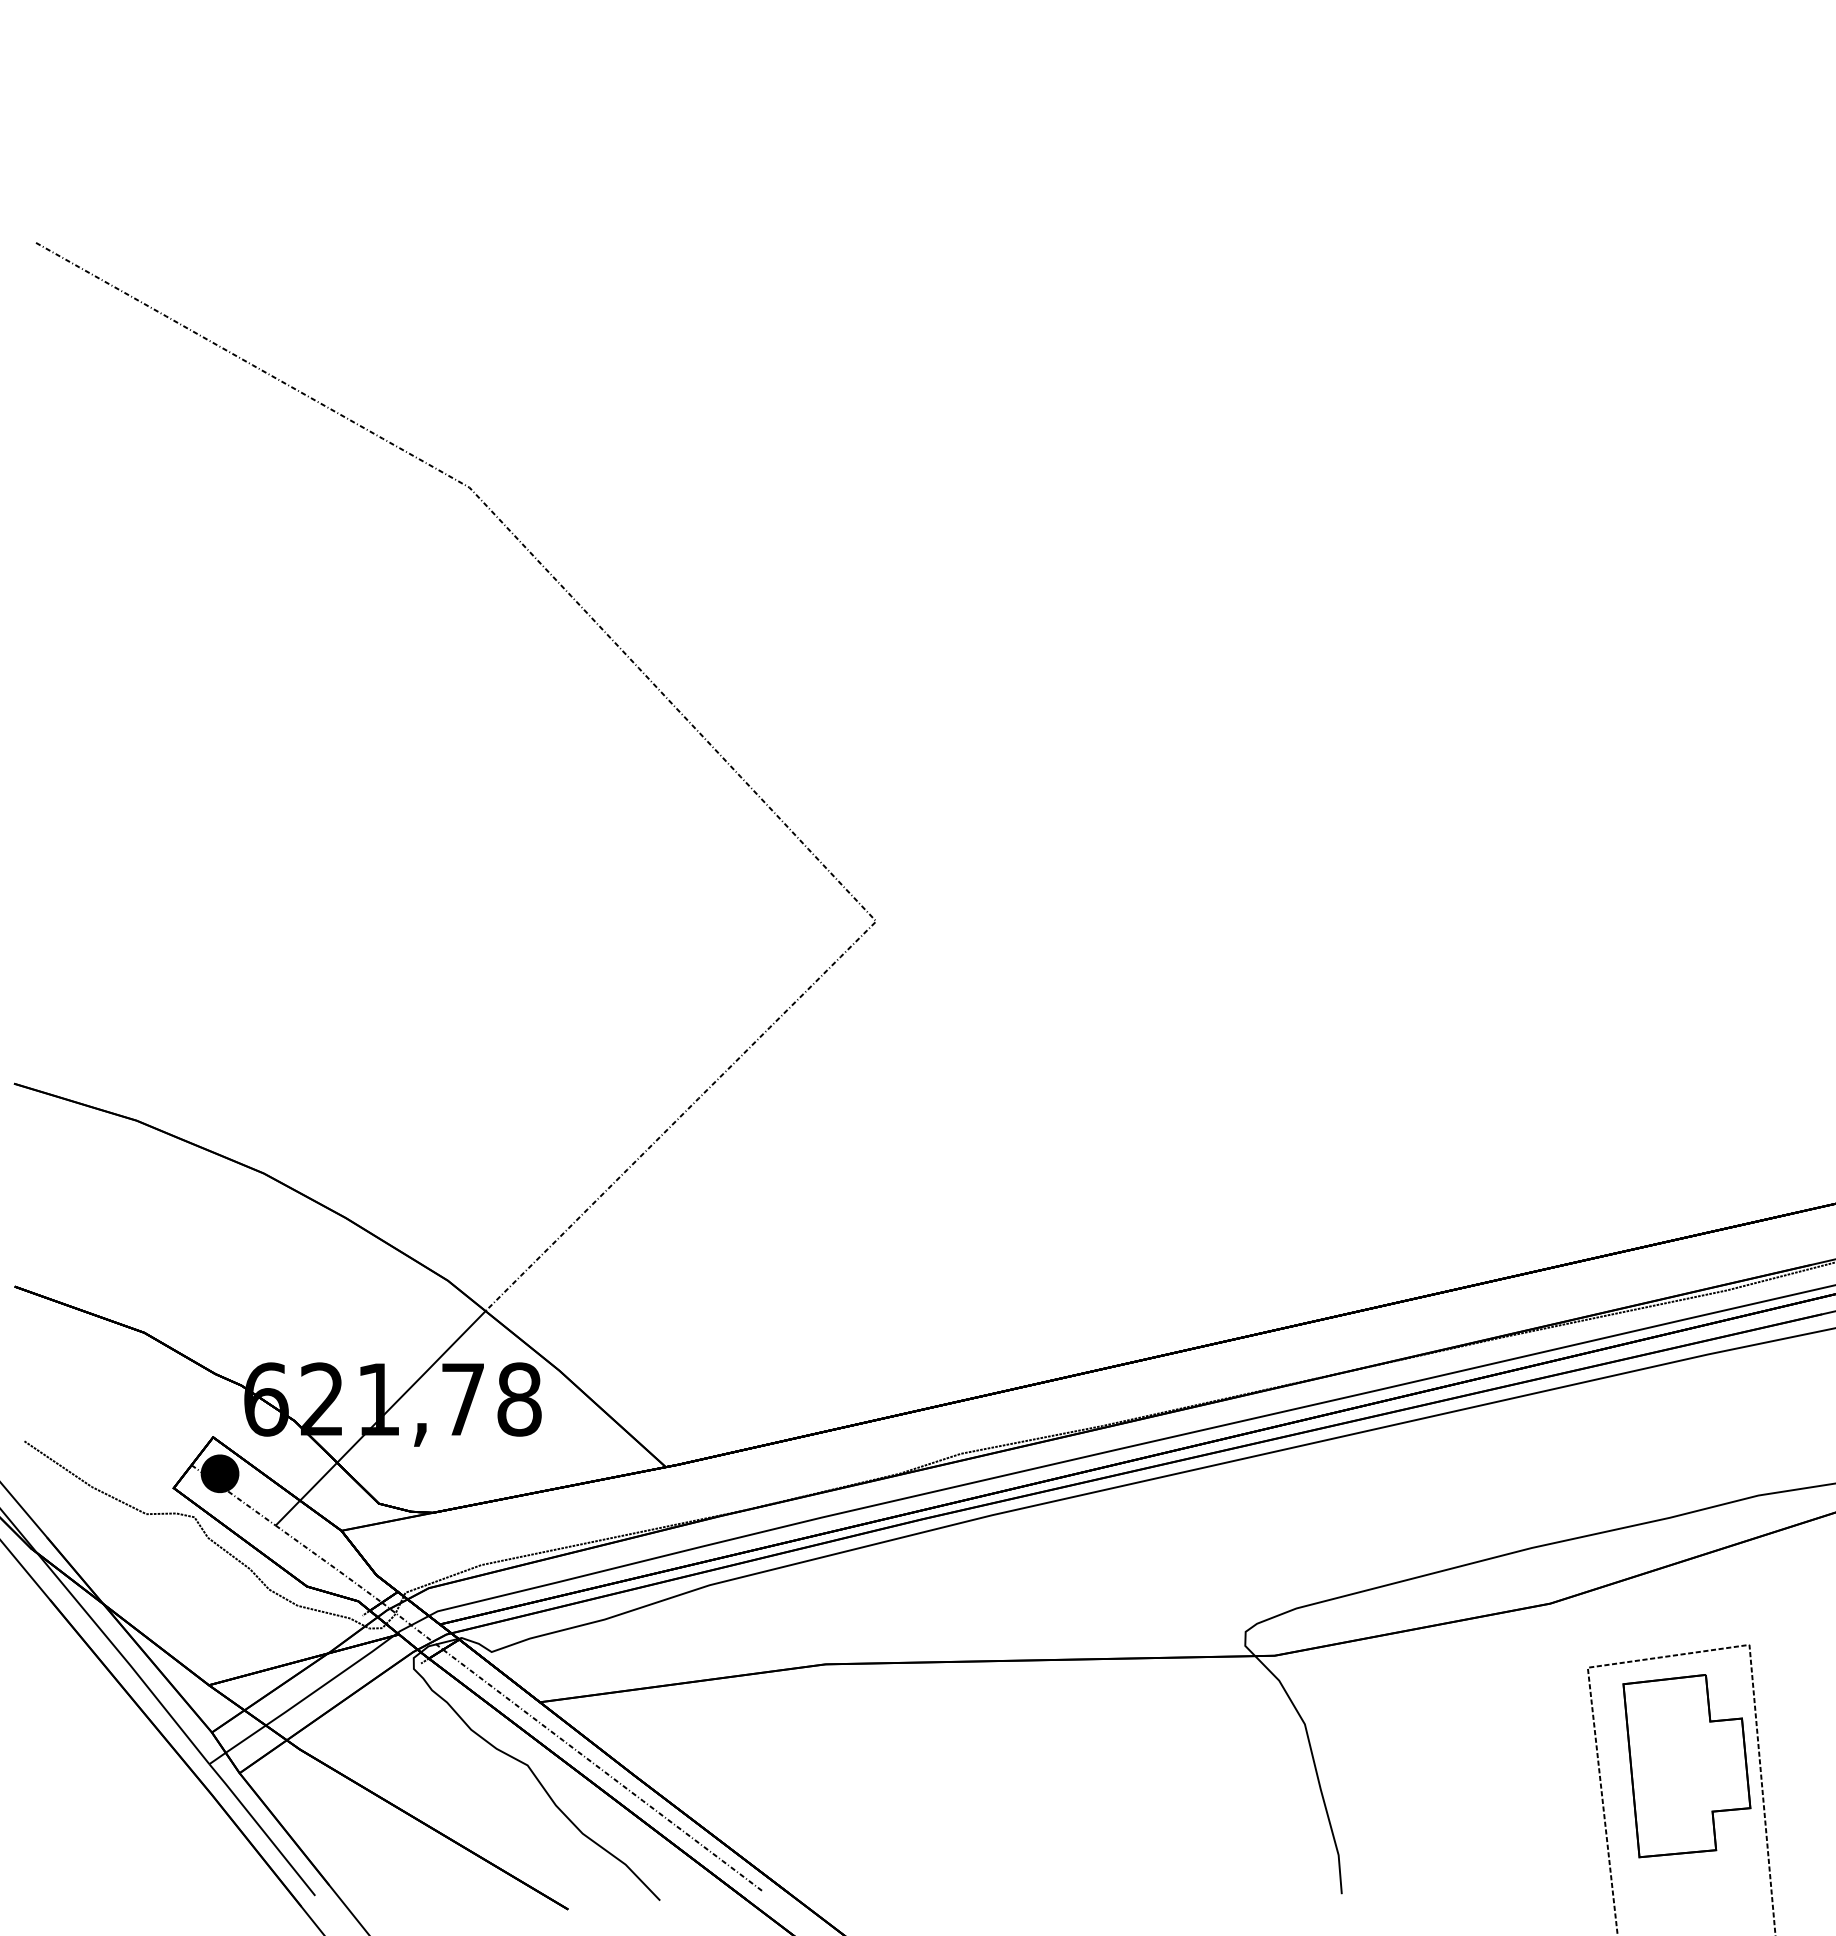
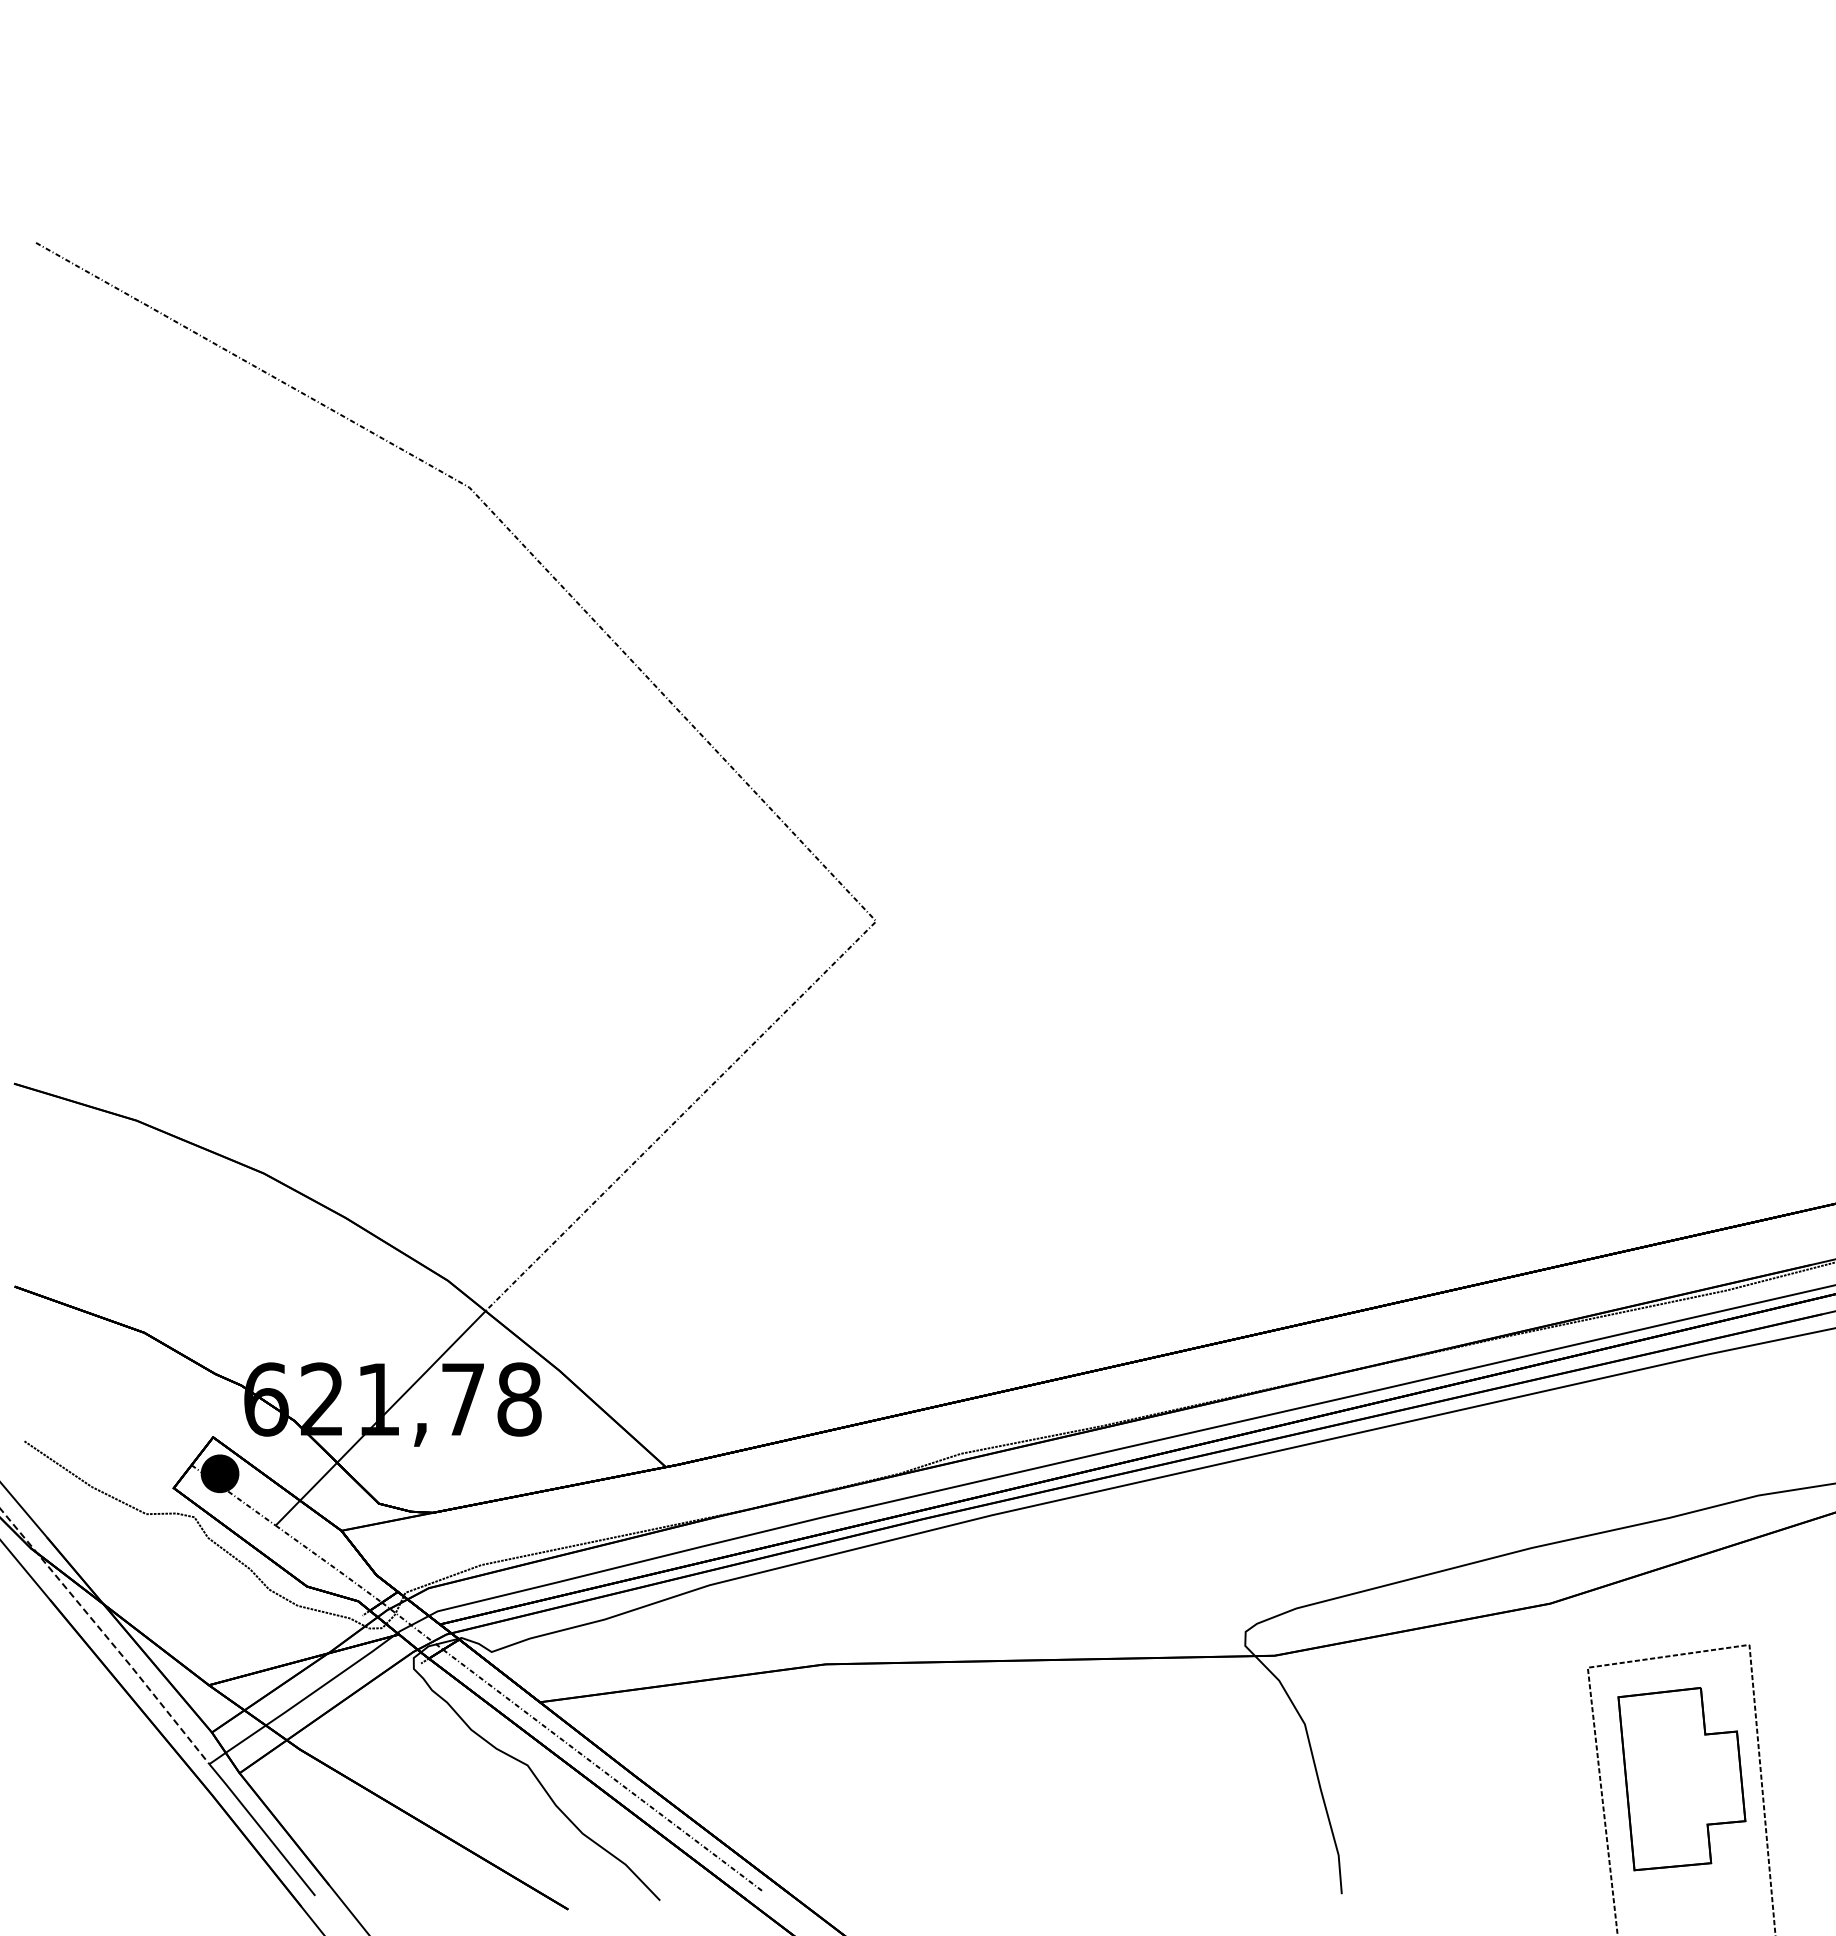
line at (105, 1636): solid -> dashed
part at (1686, 1766) position: (1686, 1766) -> (1681, 1779)
